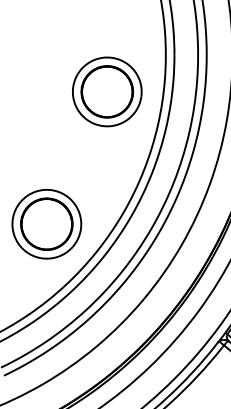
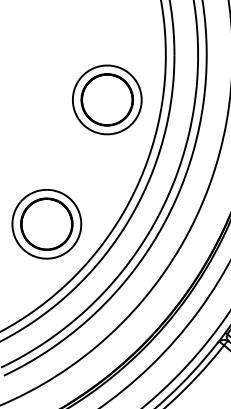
part at (107, 91) position: (107, 91) -> (107, 99)
